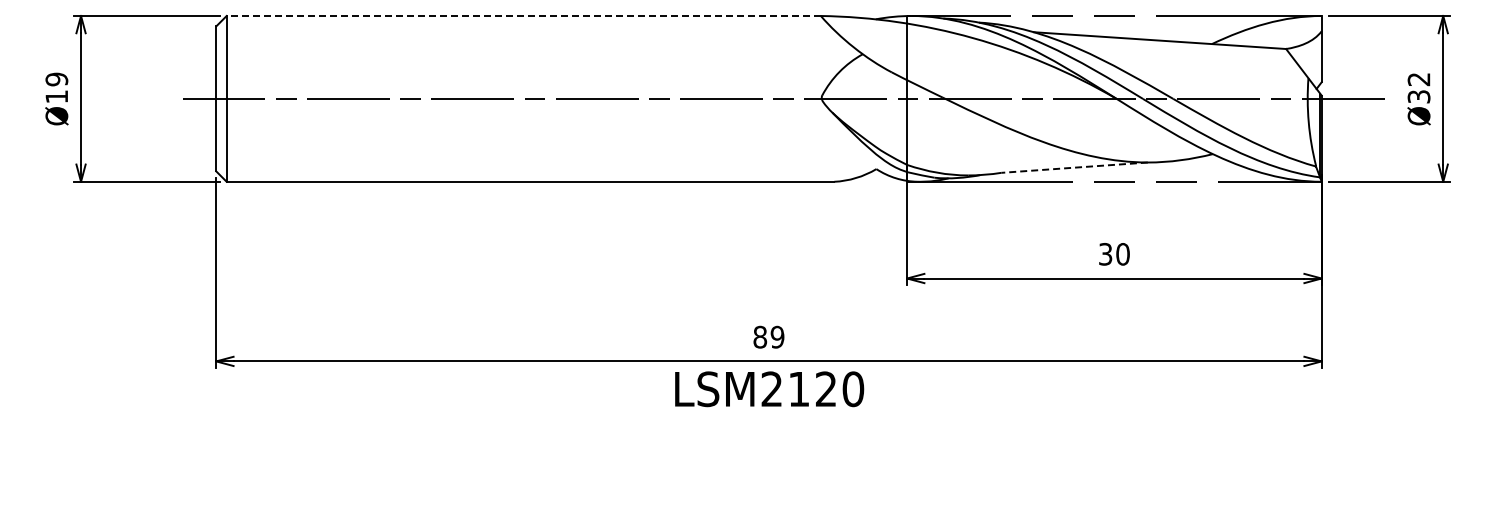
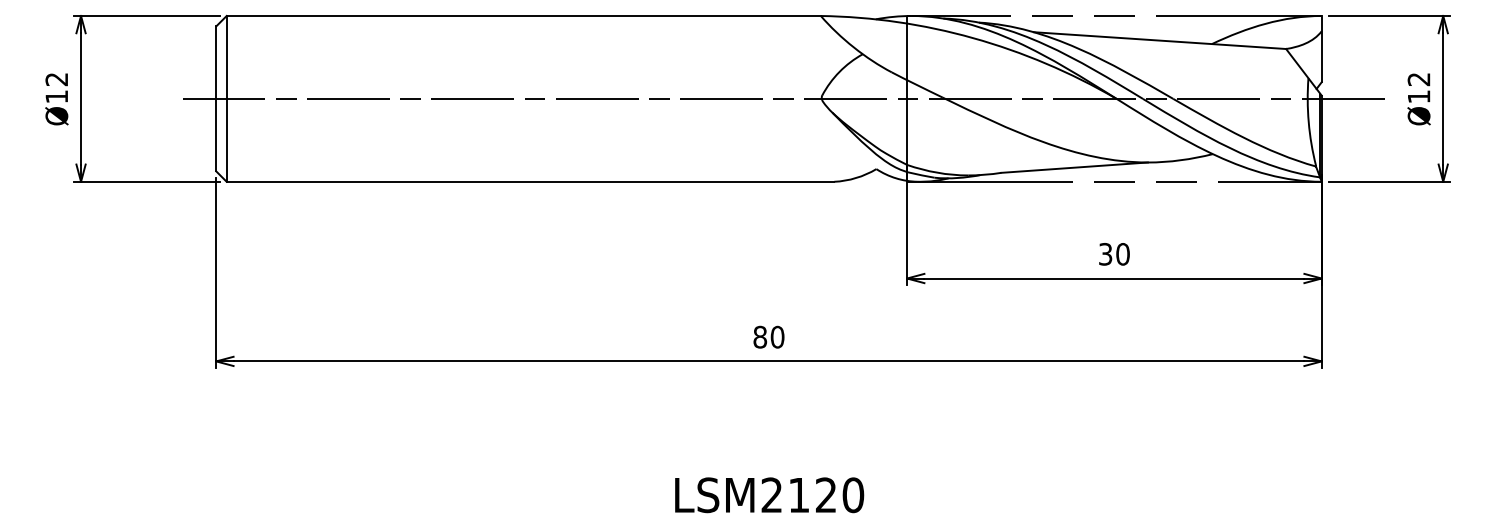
line at (523, 16): dashed -> solid
text at (56, 79): Ø19 -> Ø12
text at (1418, 96): Ø32 -> Ø12
line at (1074, 167): dashed -> solid
text at (777, 337): 89 -> 80
text at (769, 389) position: (769, 389) -> (769, 495)
